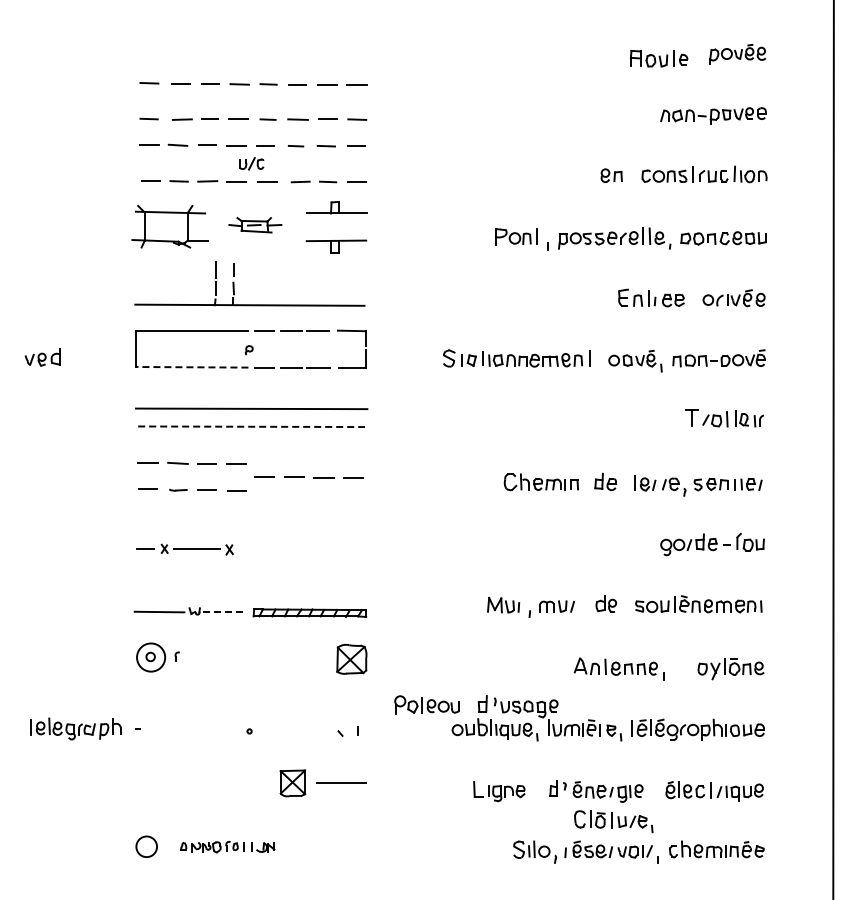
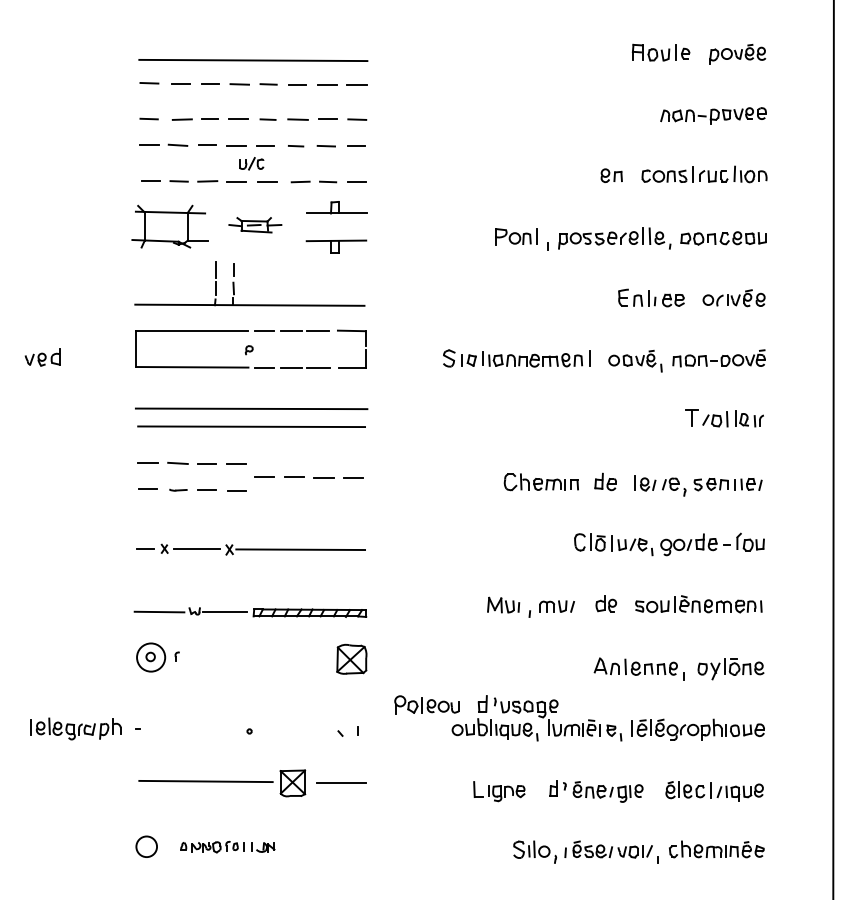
part at (658, 58) position: (658, 58) -> (660, 52)
line at (253, 60): none -> present
line at (192, 367): dashed -> solid
line at (252, 426): dashed -> solid
line at (300, 549): none -> present
line at (225, 612): dashed -> solid
part at (618, 668) position: (618, 668) -> (638, 668)
line at (205, 781): none -> present
part at (613, 821) position: (613, 821) -> (613, 544)
